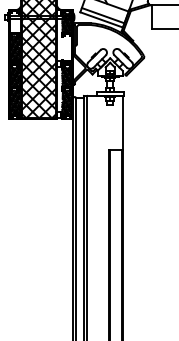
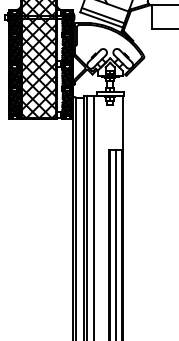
hatch at (15, 22): none -> present
hatch at (67, 47): none -> present
line at (93, 216): none -> present
line at (116, 243): none -> present
